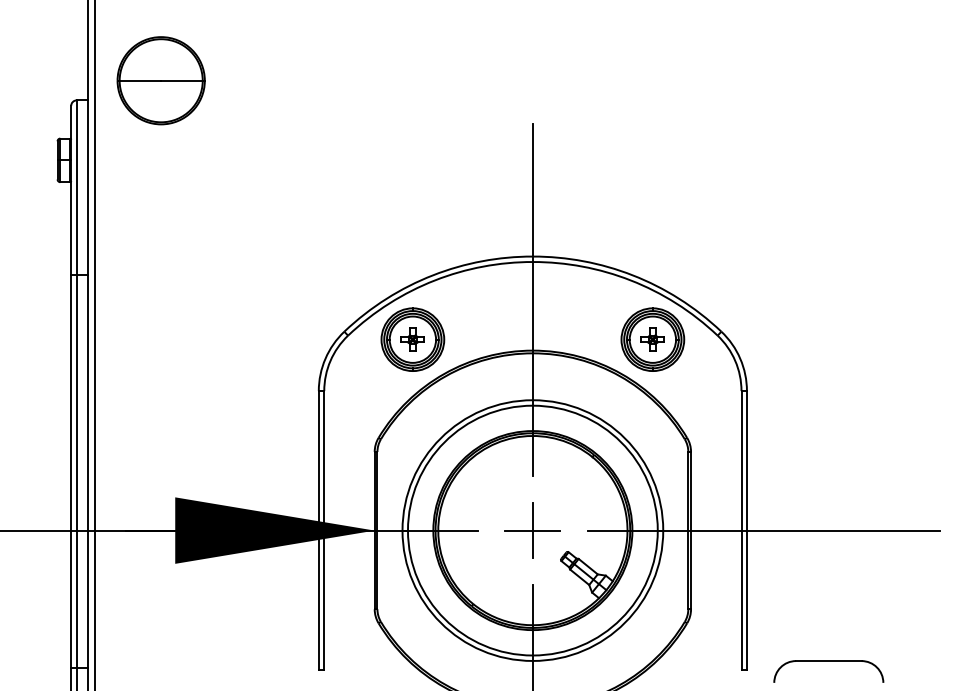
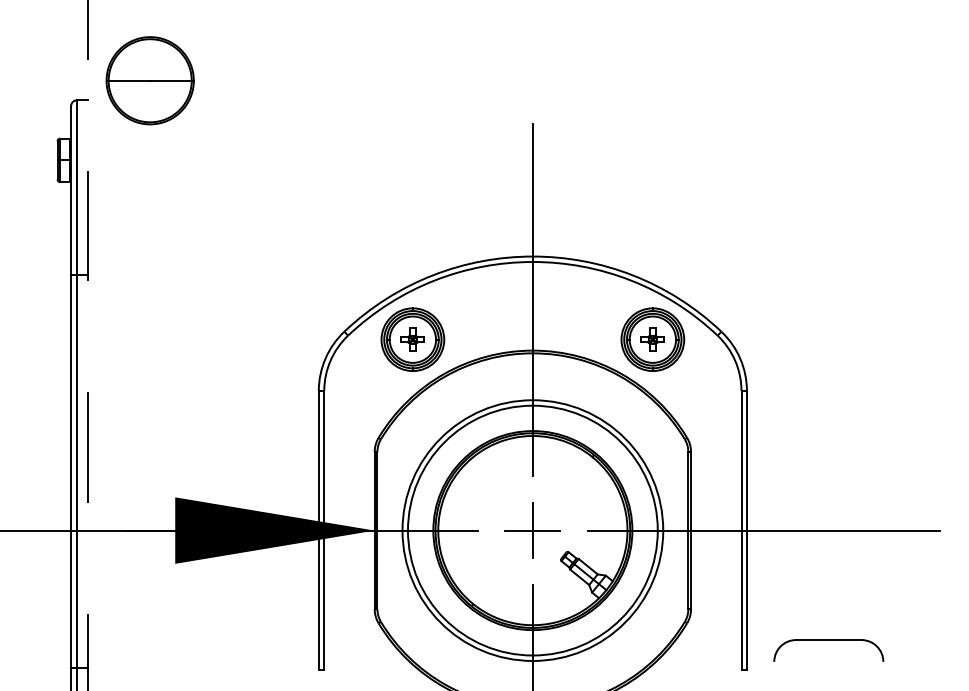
part at (160, 80) position: (160, 80) -> (149, 80)
line at (95, 344): present -> none
line at (87, 345): solid -> dashed
part at (828, 661) position: (828, 661) -> (828, 640)
